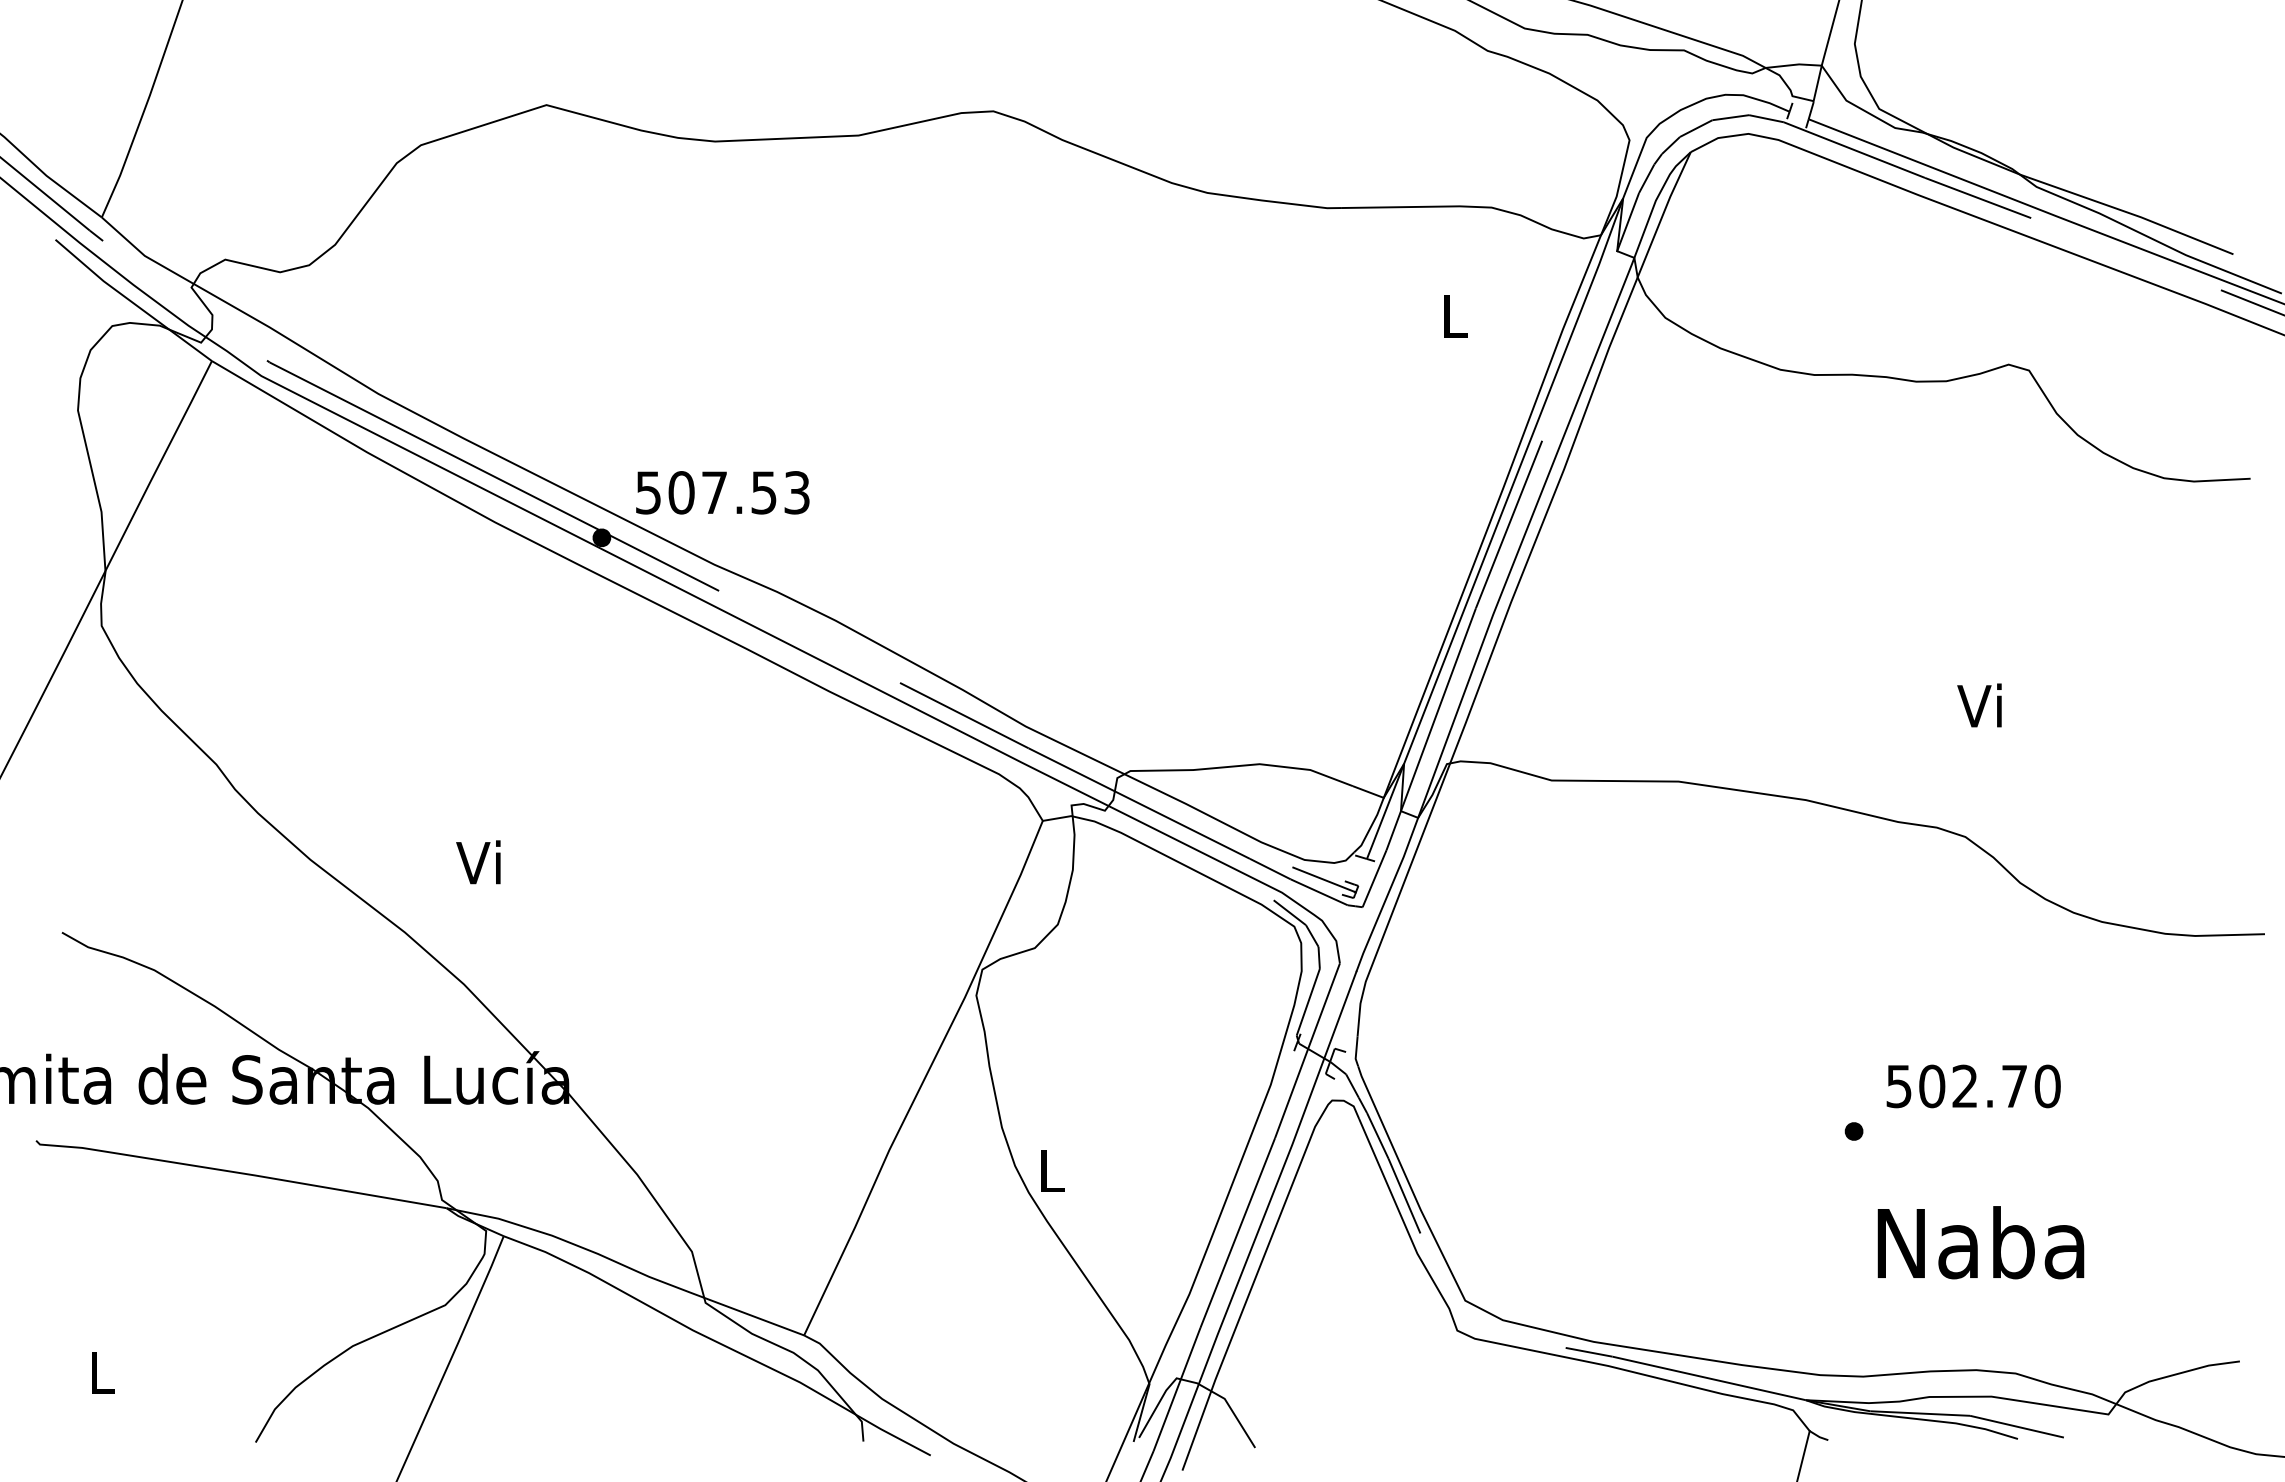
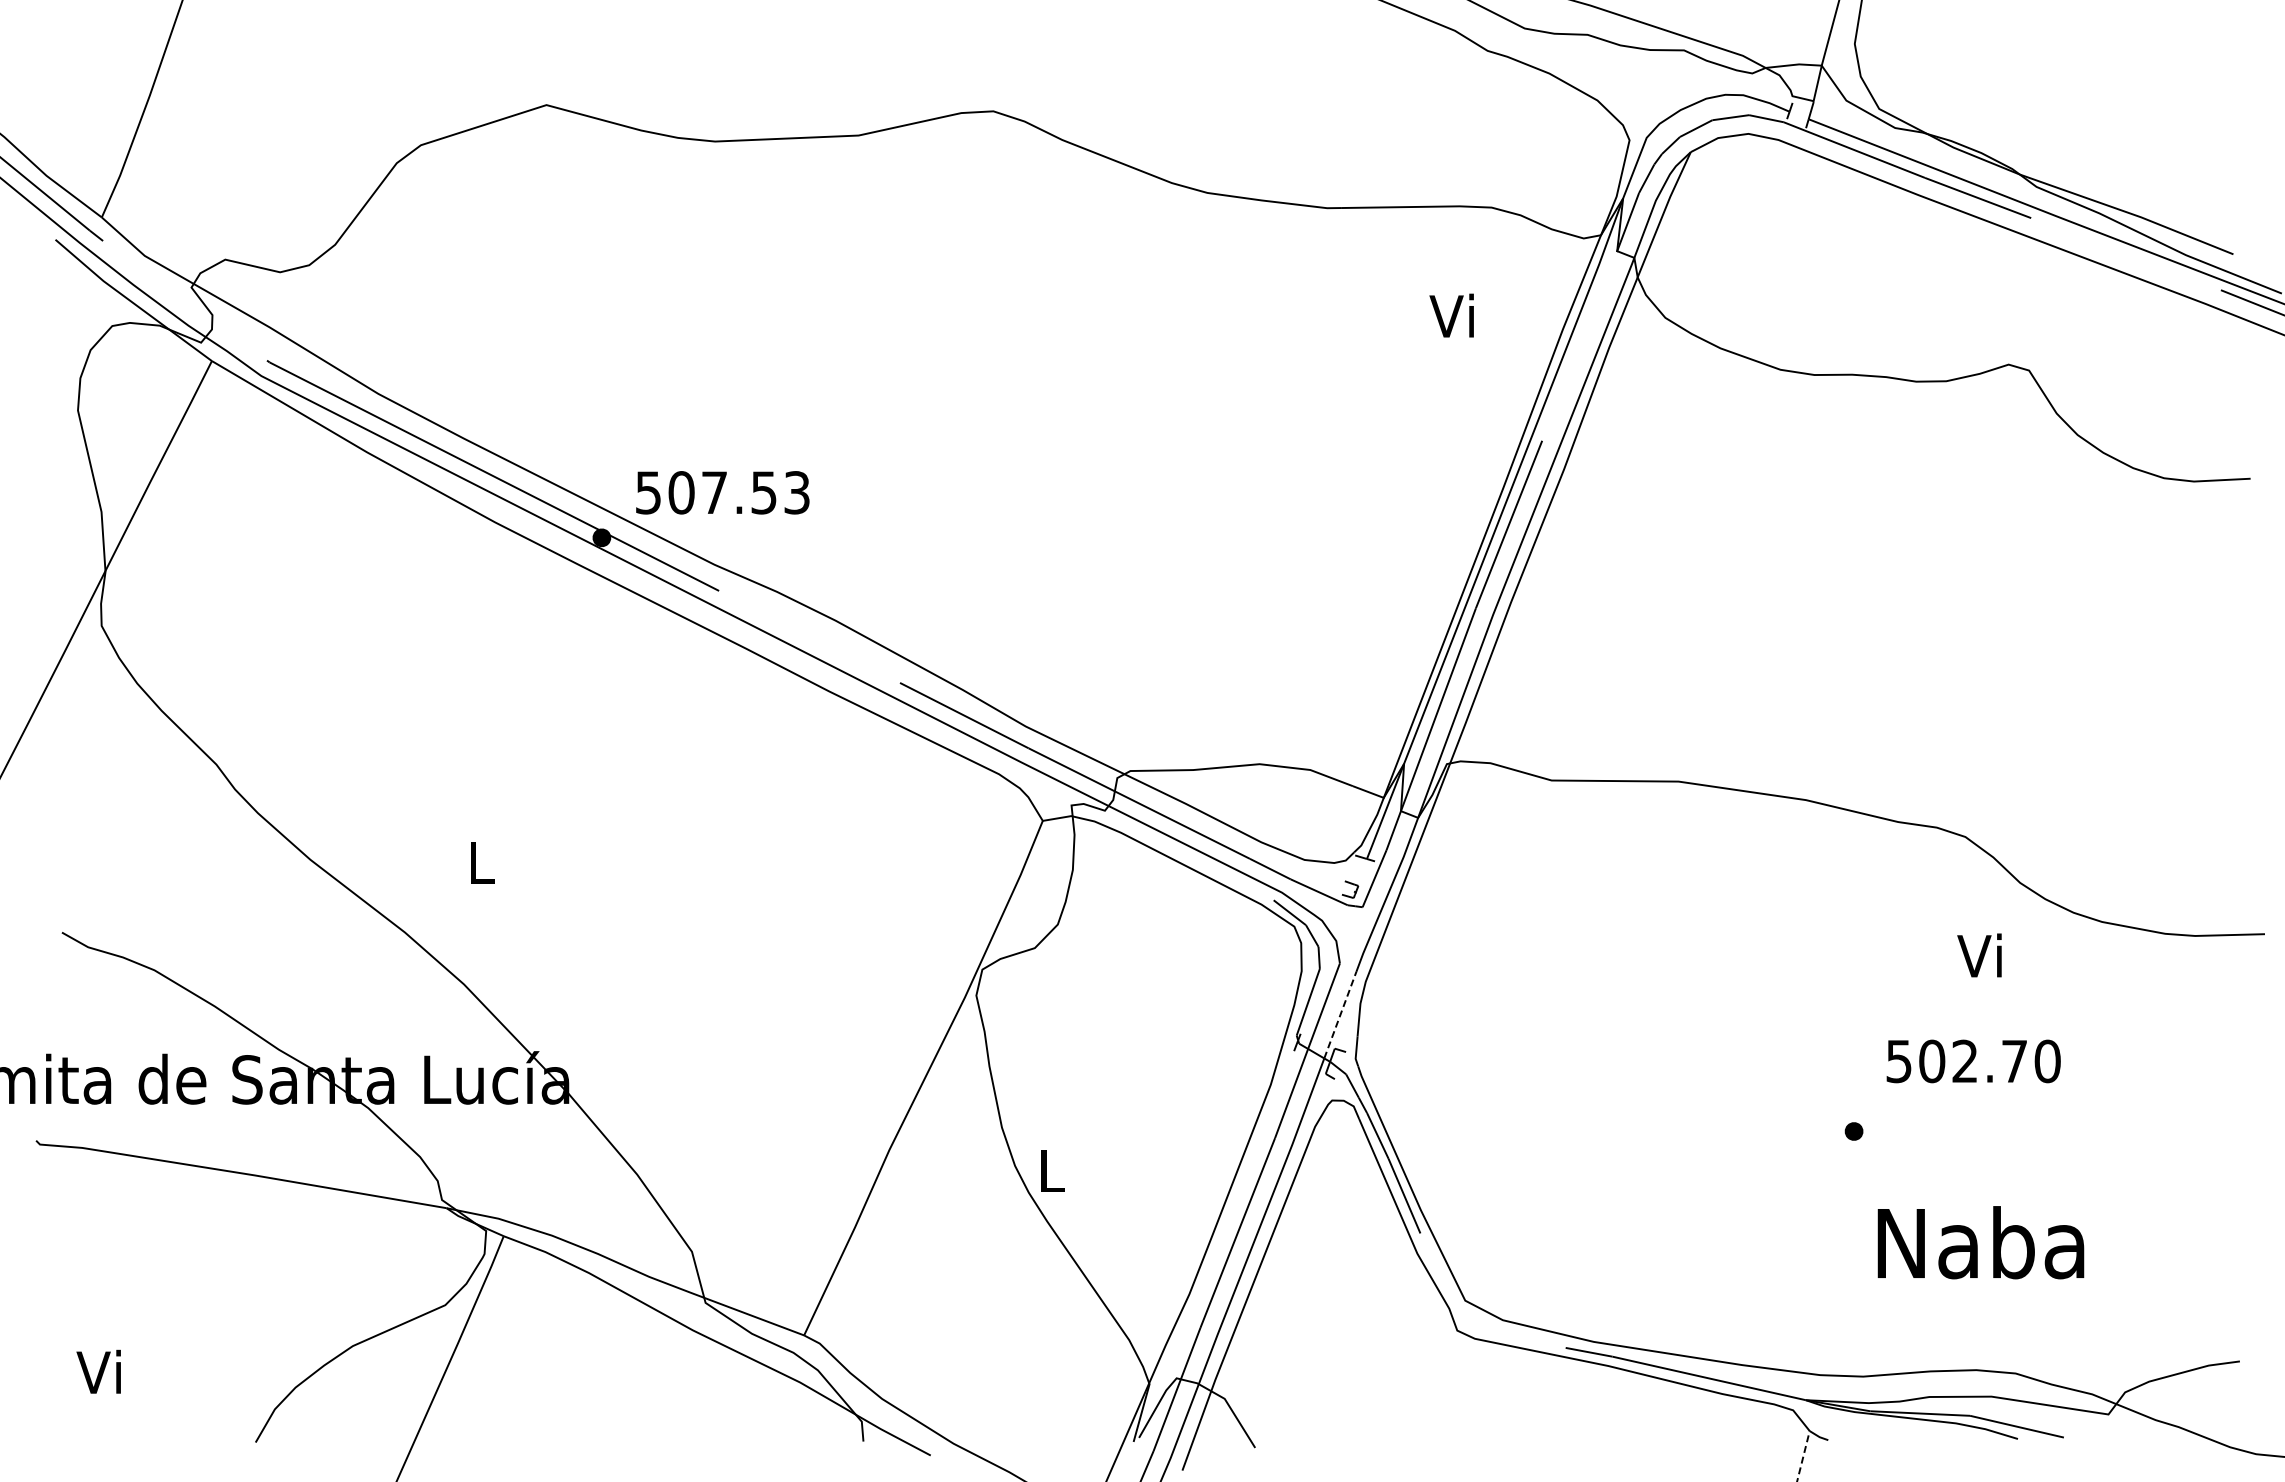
text at (1451, 315): L -> Vi
text at (1979, 705) position: (1979, 705) -> (1979, 955)
text at (478, 862): Vi -> L
line at (1323, 879): present -> none
line at (1340, 1014): solid -> dashed
text at (1973, 1086) position: (1973, 1086) -> (1973, 1061)
text at (98, 1371): L -> Vi
line at (1803, 1456): solid -> dashed
